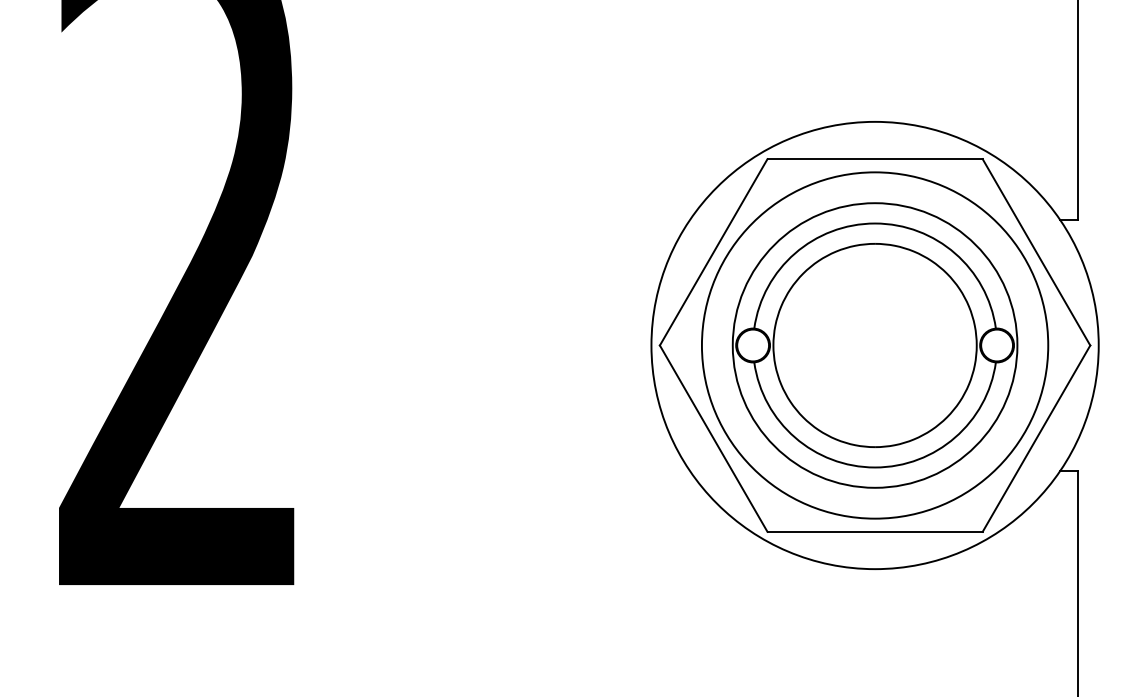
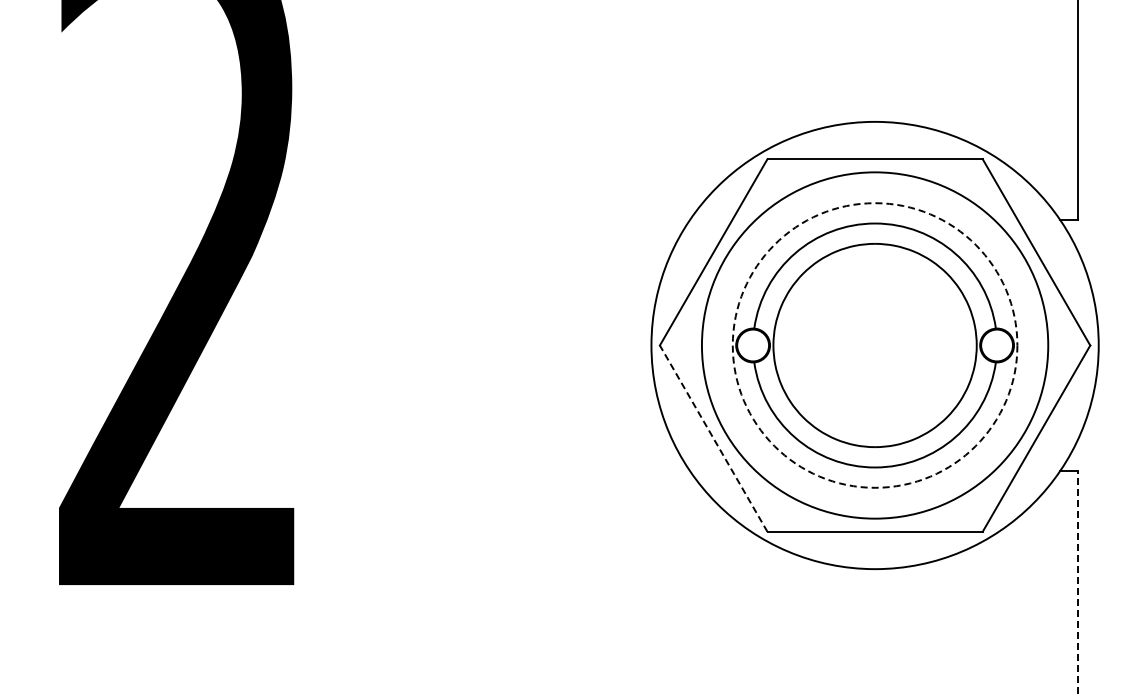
circle at (874, 345): solid -> dashed
line at (713, 438): solid -> dashed
line at (1078, 583): solid -> dashed
